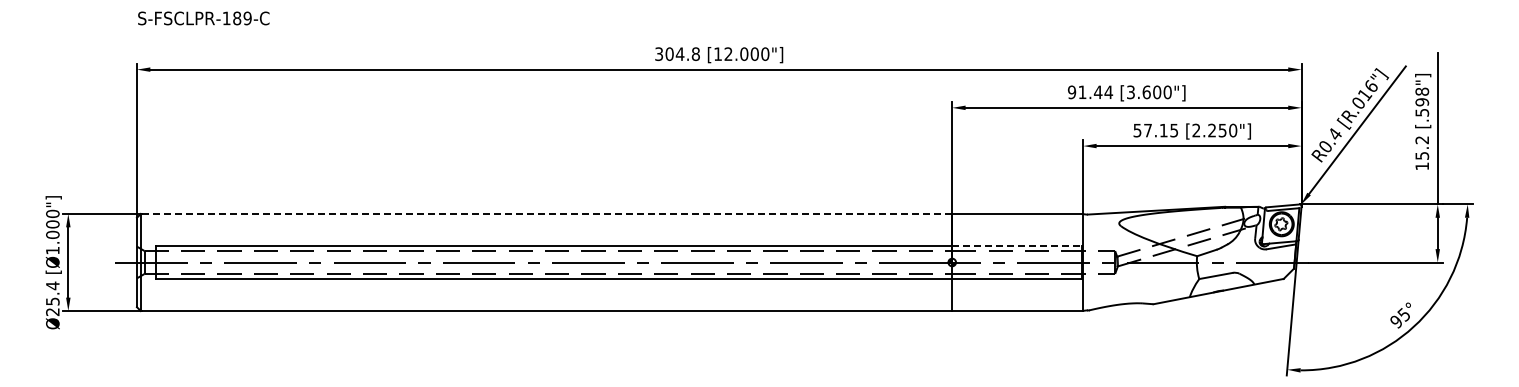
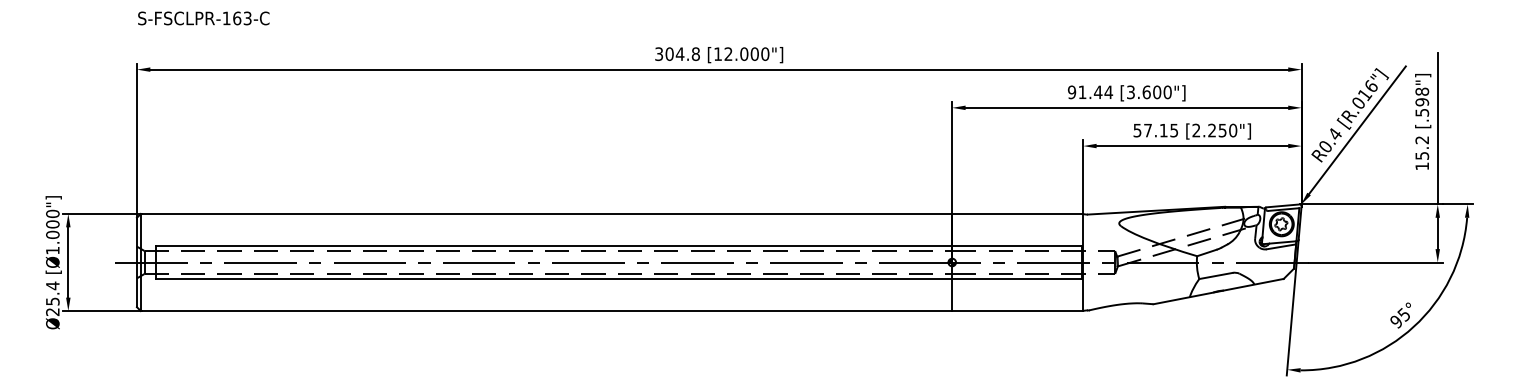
text at (242, 18): S-FSCLPR-189-C -> S-FSCLPR-163-C
line at (546, 213): dashed -> solid
line at (1016, 245): dashed -> solid
